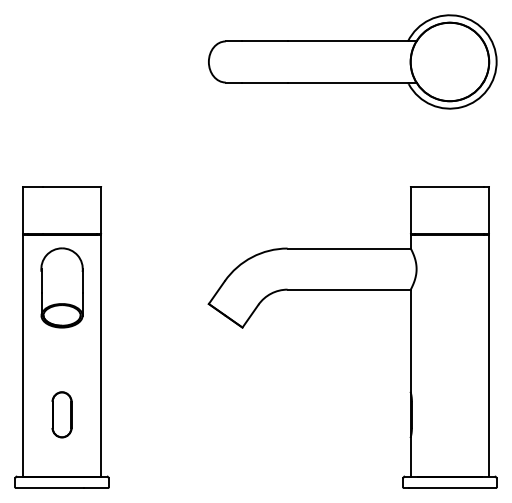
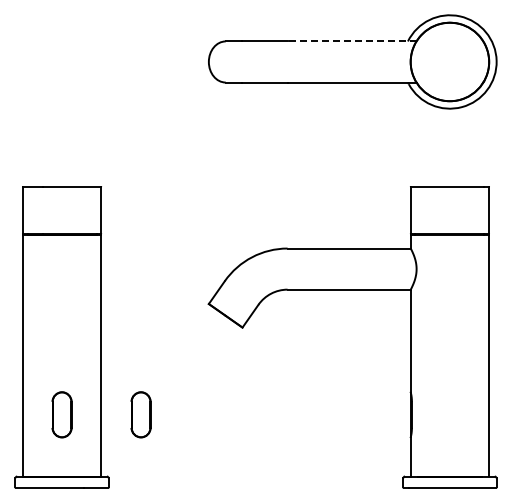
line at (351, 41): solid -> dashed
part at (61, 287): present -> none
part at (140, 414): none -> present
